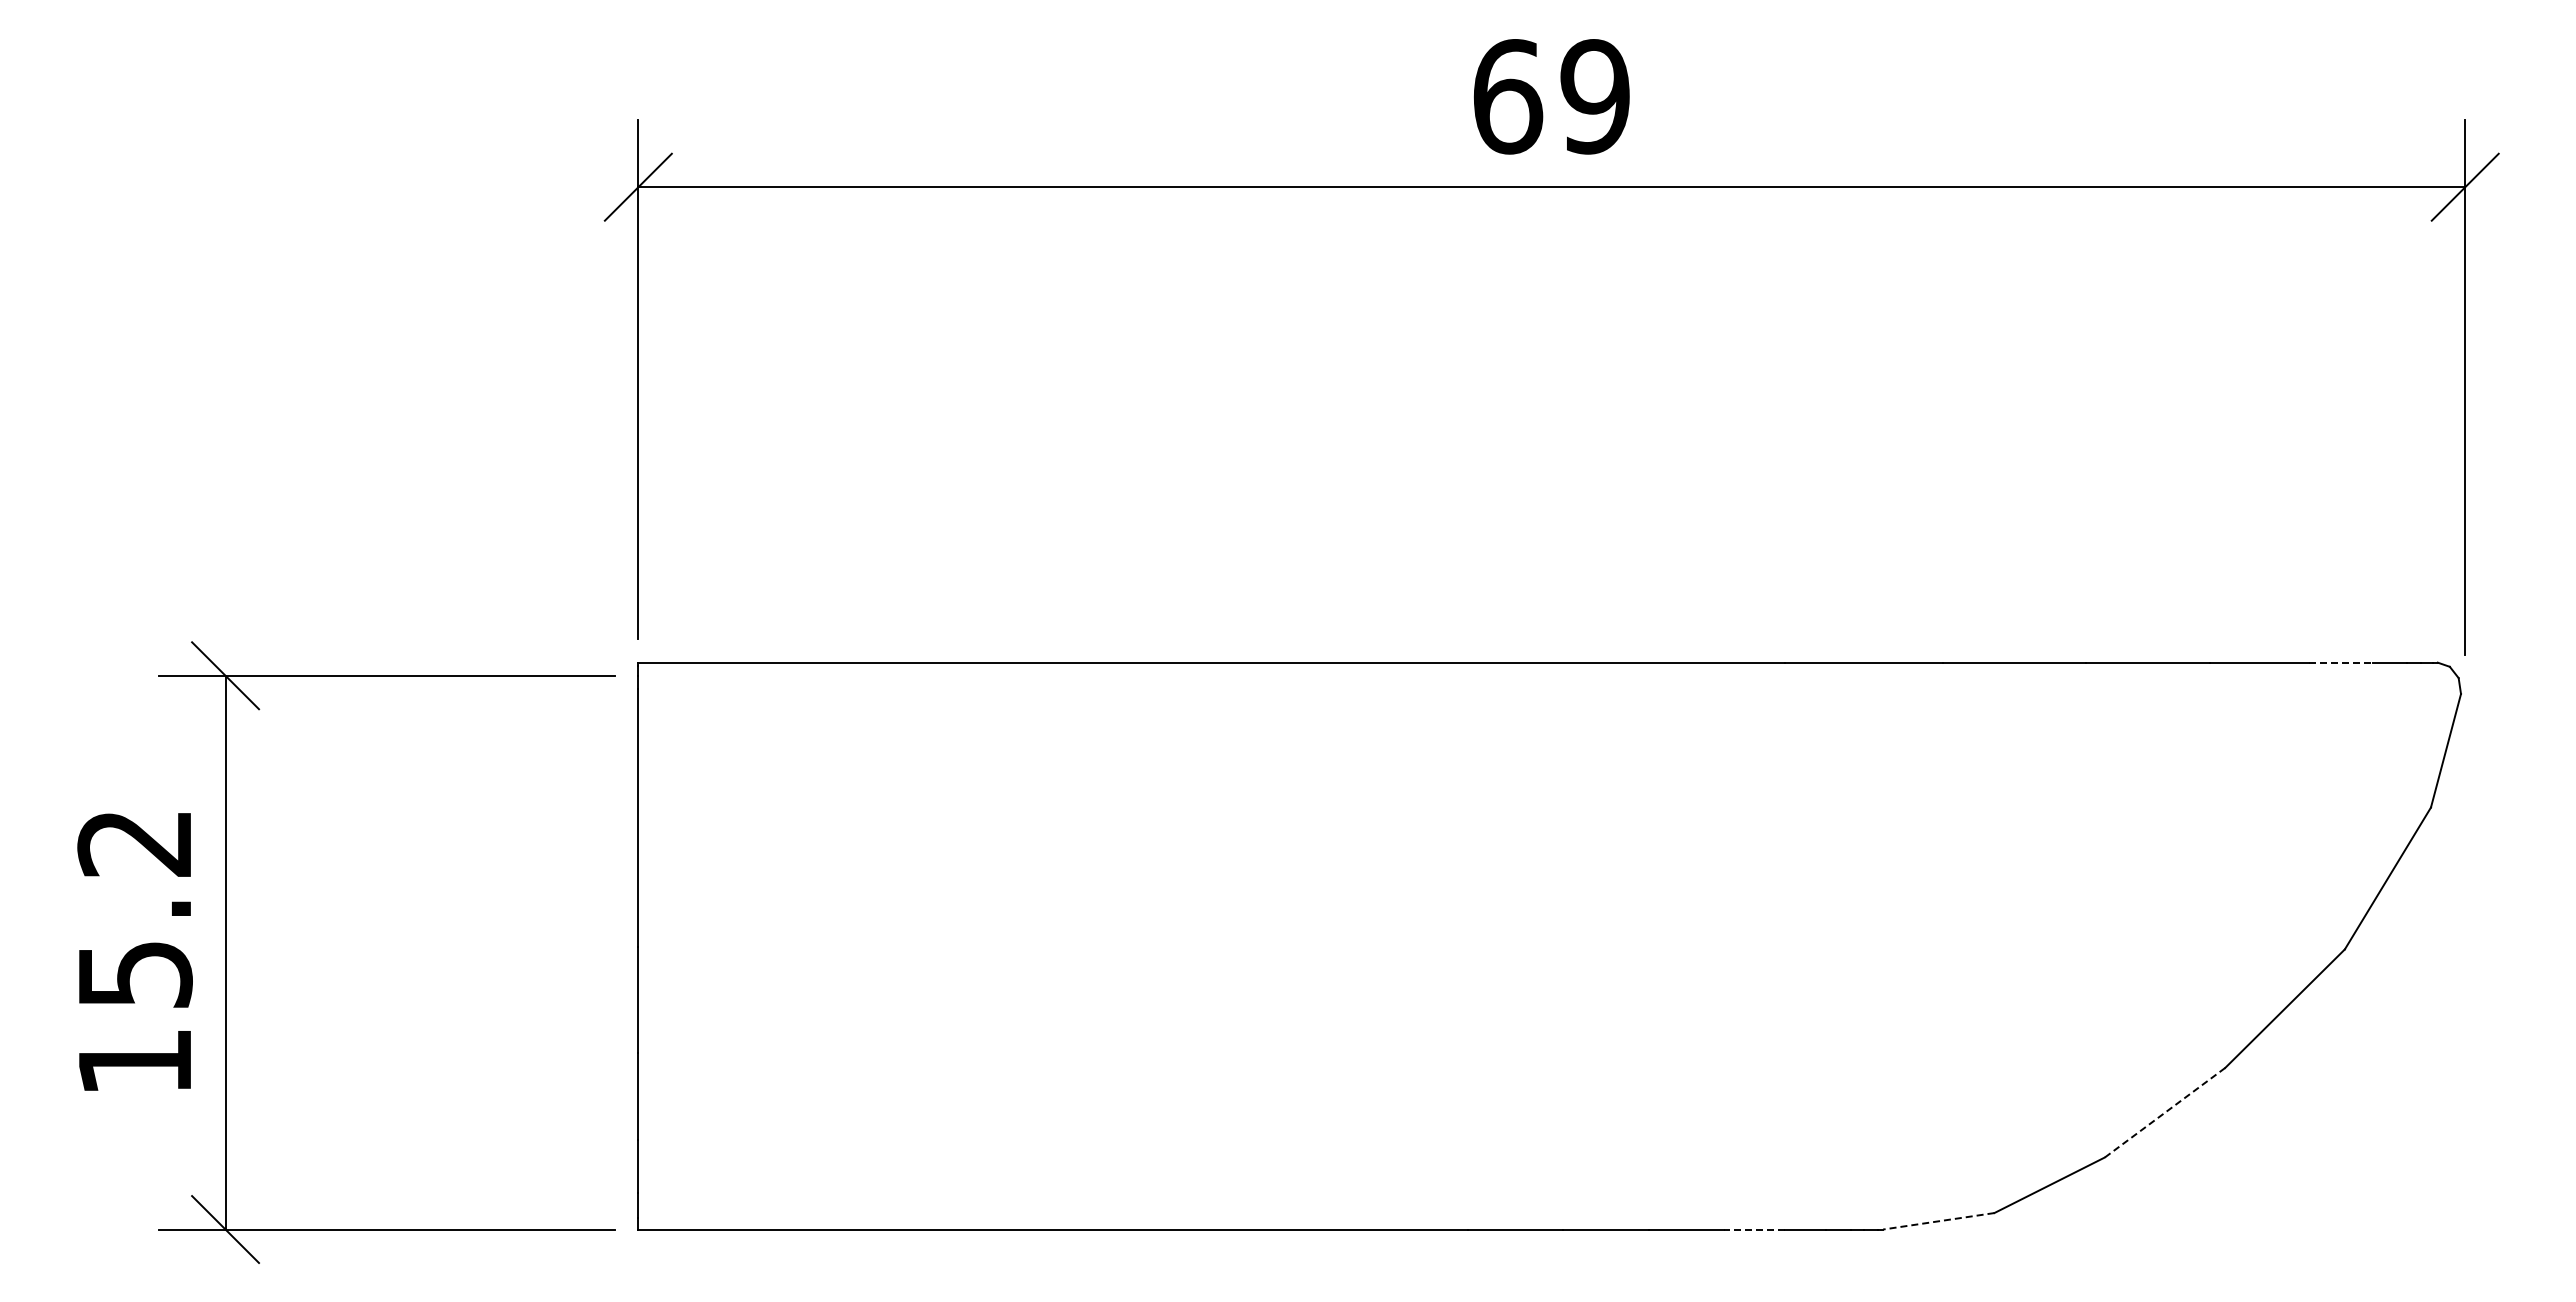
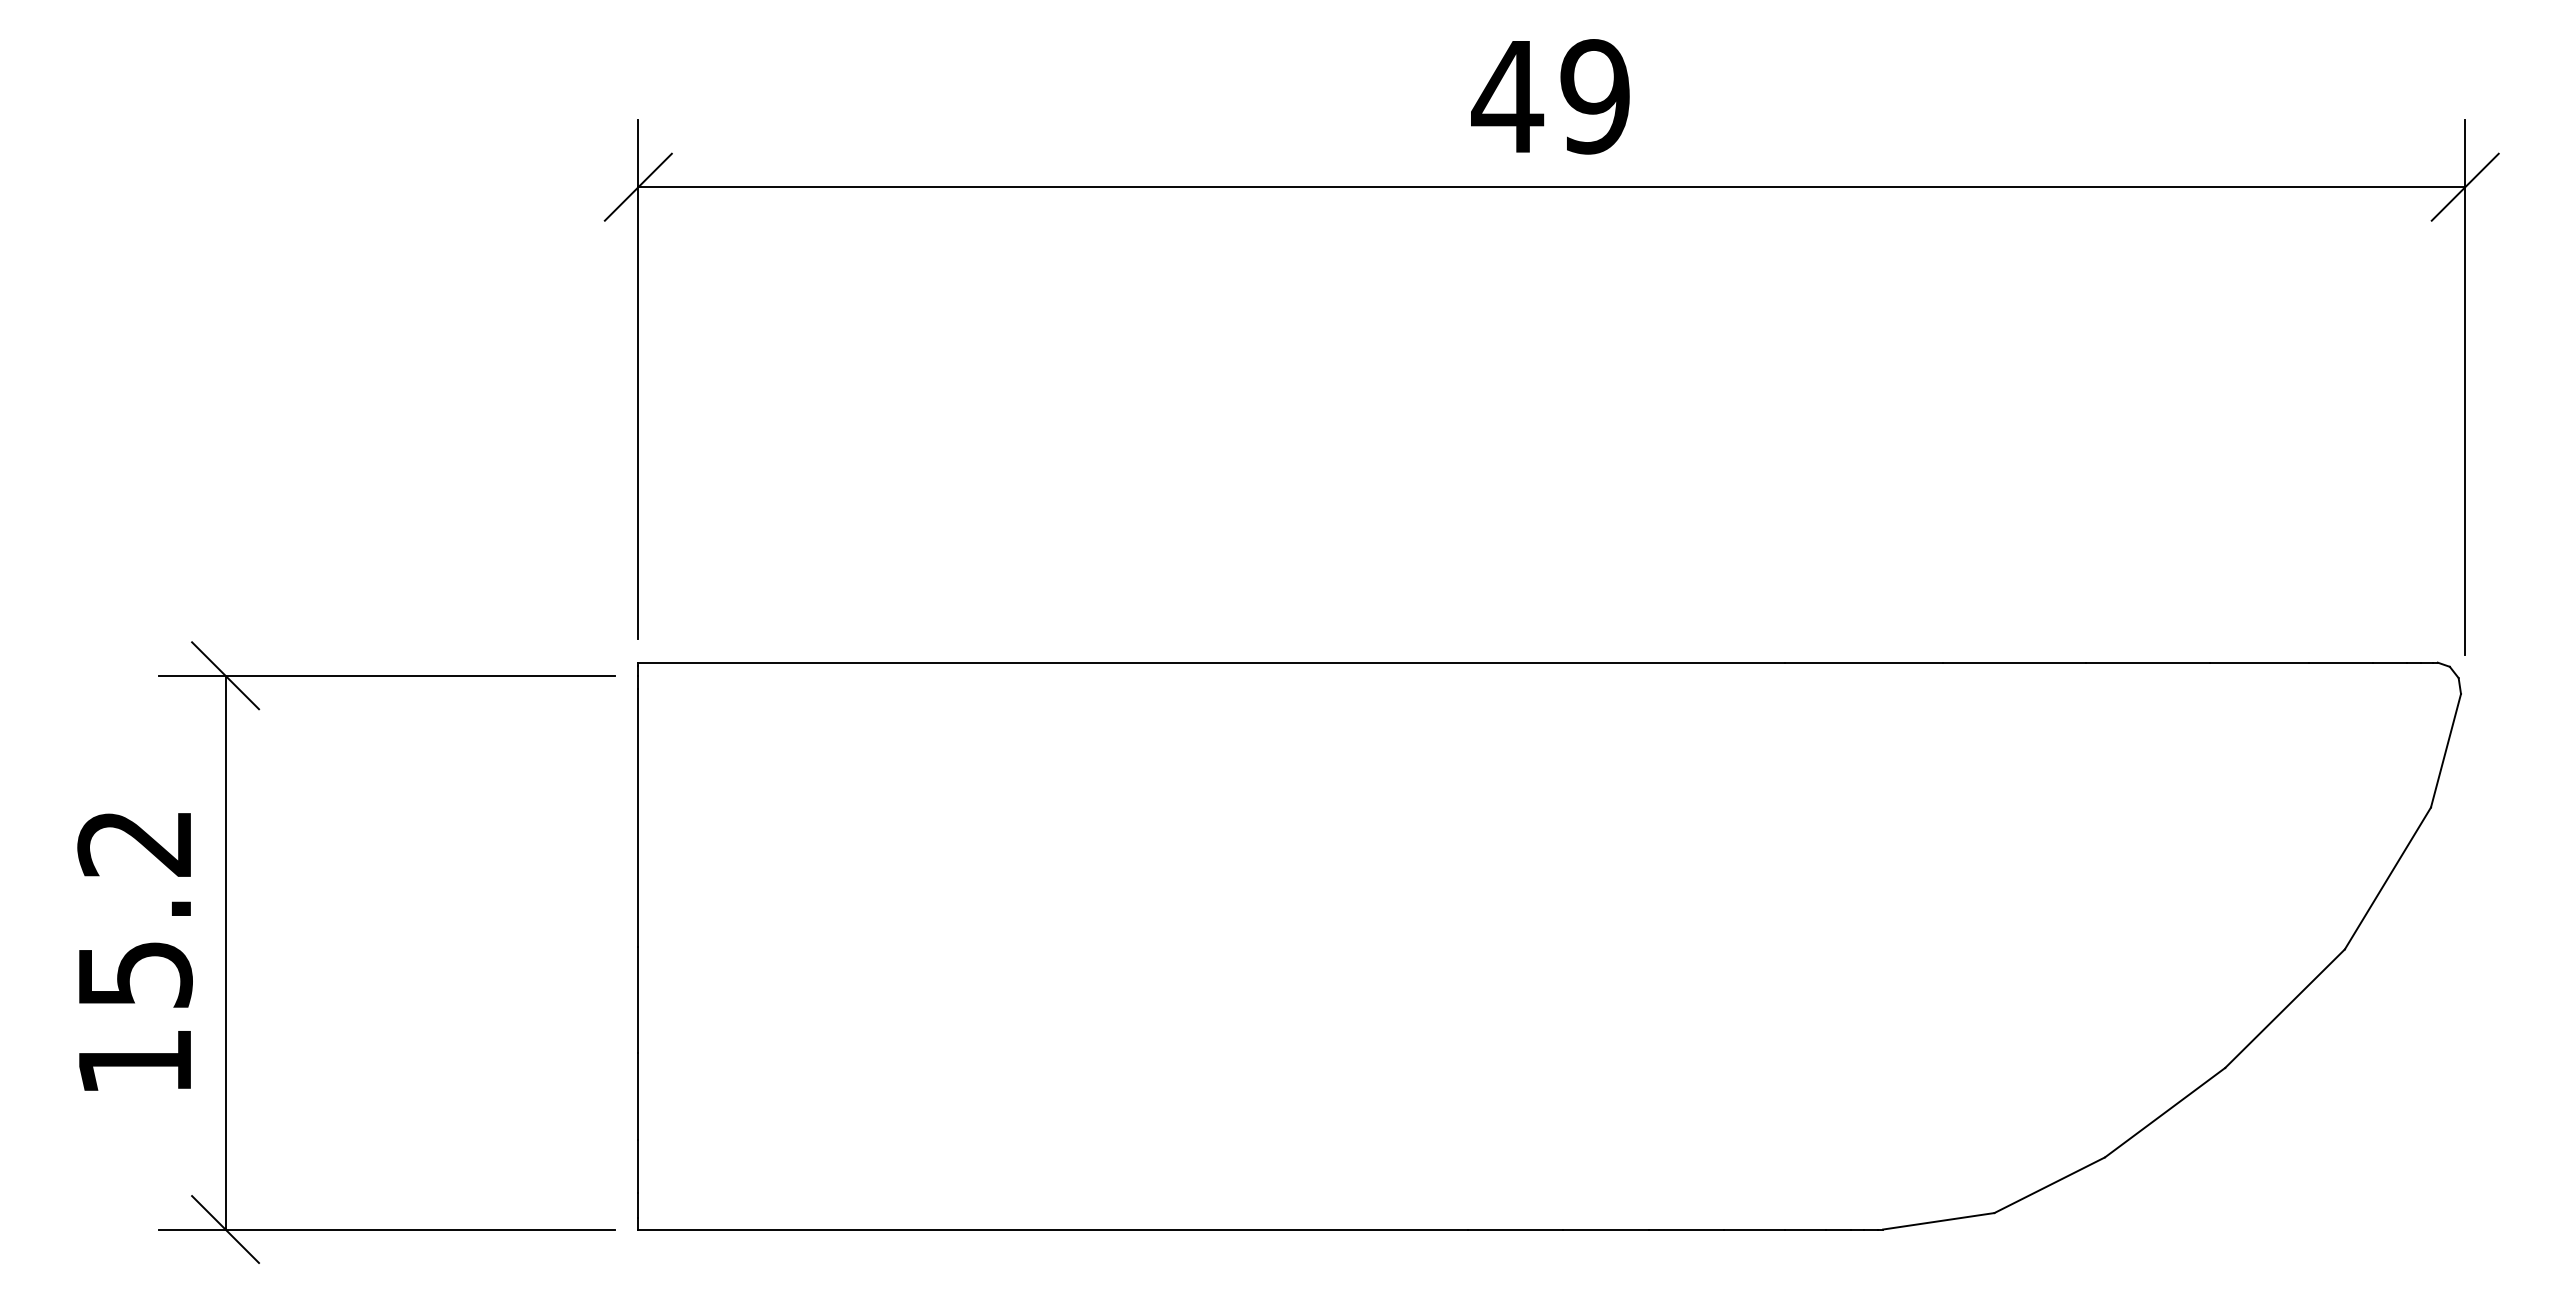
text at (1507, 96): 69 -> 49
line at (2341, 662): dashed -> solid
line at (2165, 1112): dashed -> solid
line at (1938, 1221): dashed -> solid
line at (1753, 1229): dashed -> solid
